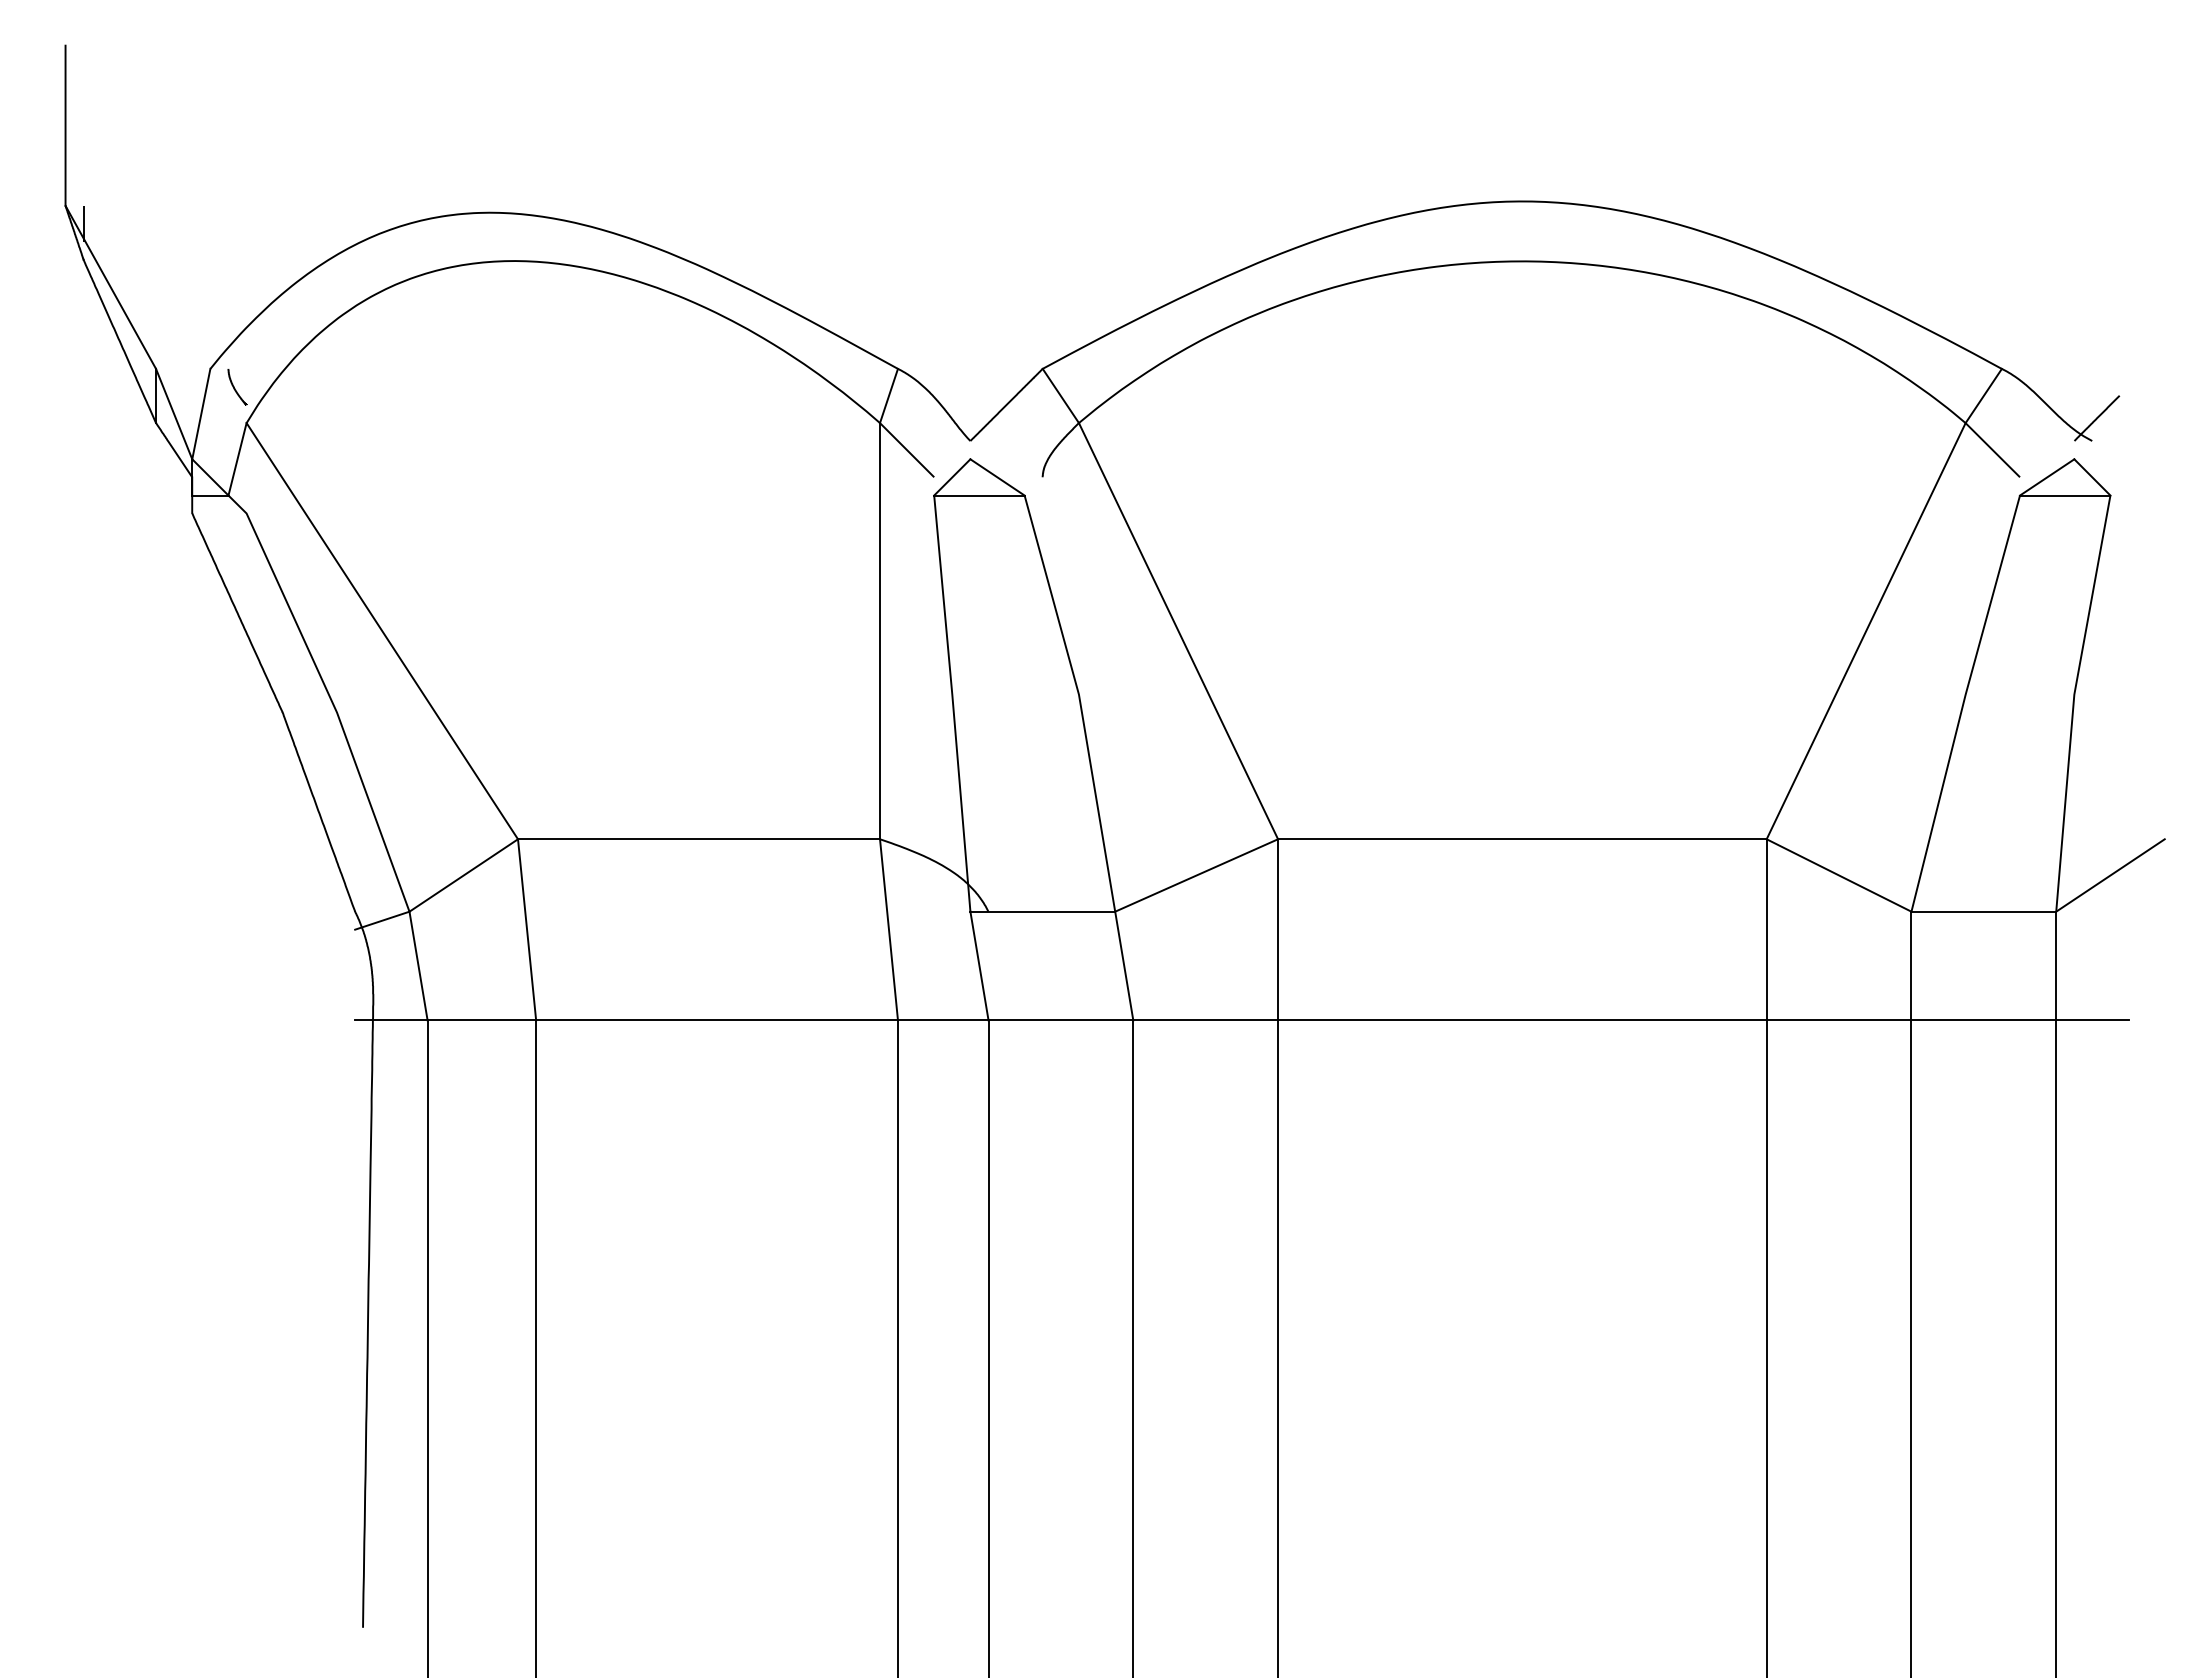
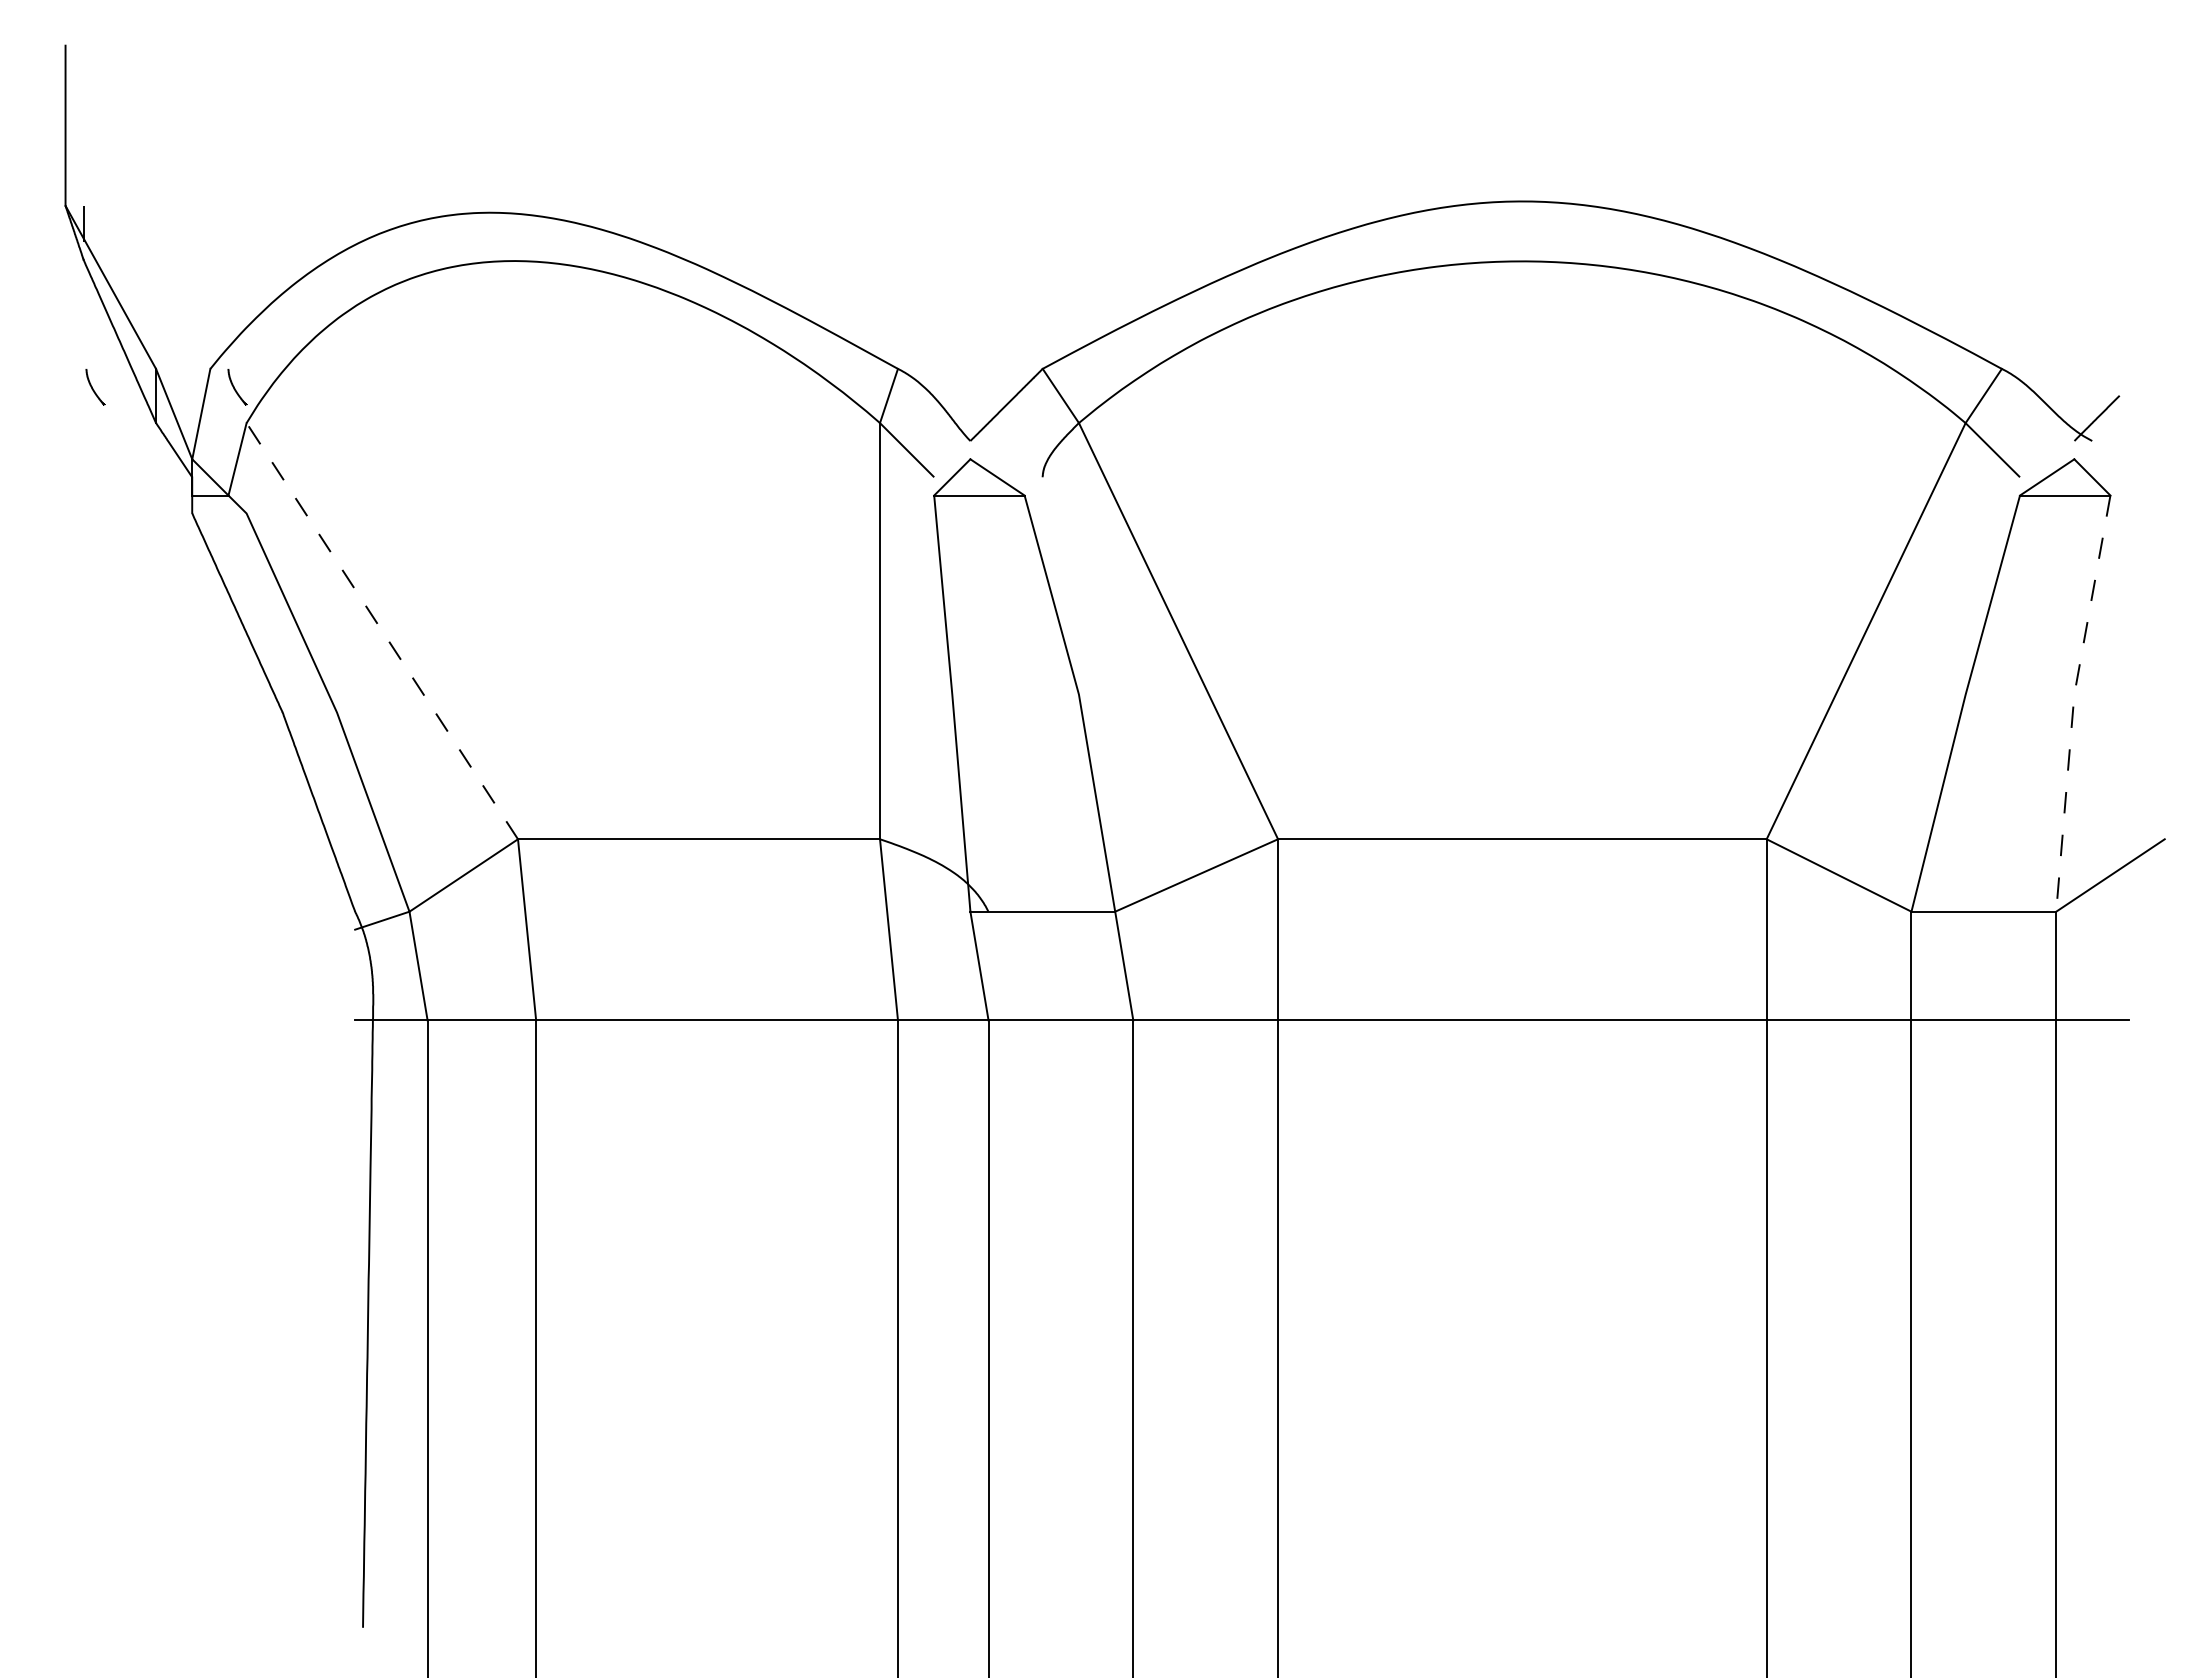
curve at (93, 388): none -> present
line at (382, 630): solid -> dashed
line at (2073, 701): solid -> dashed
